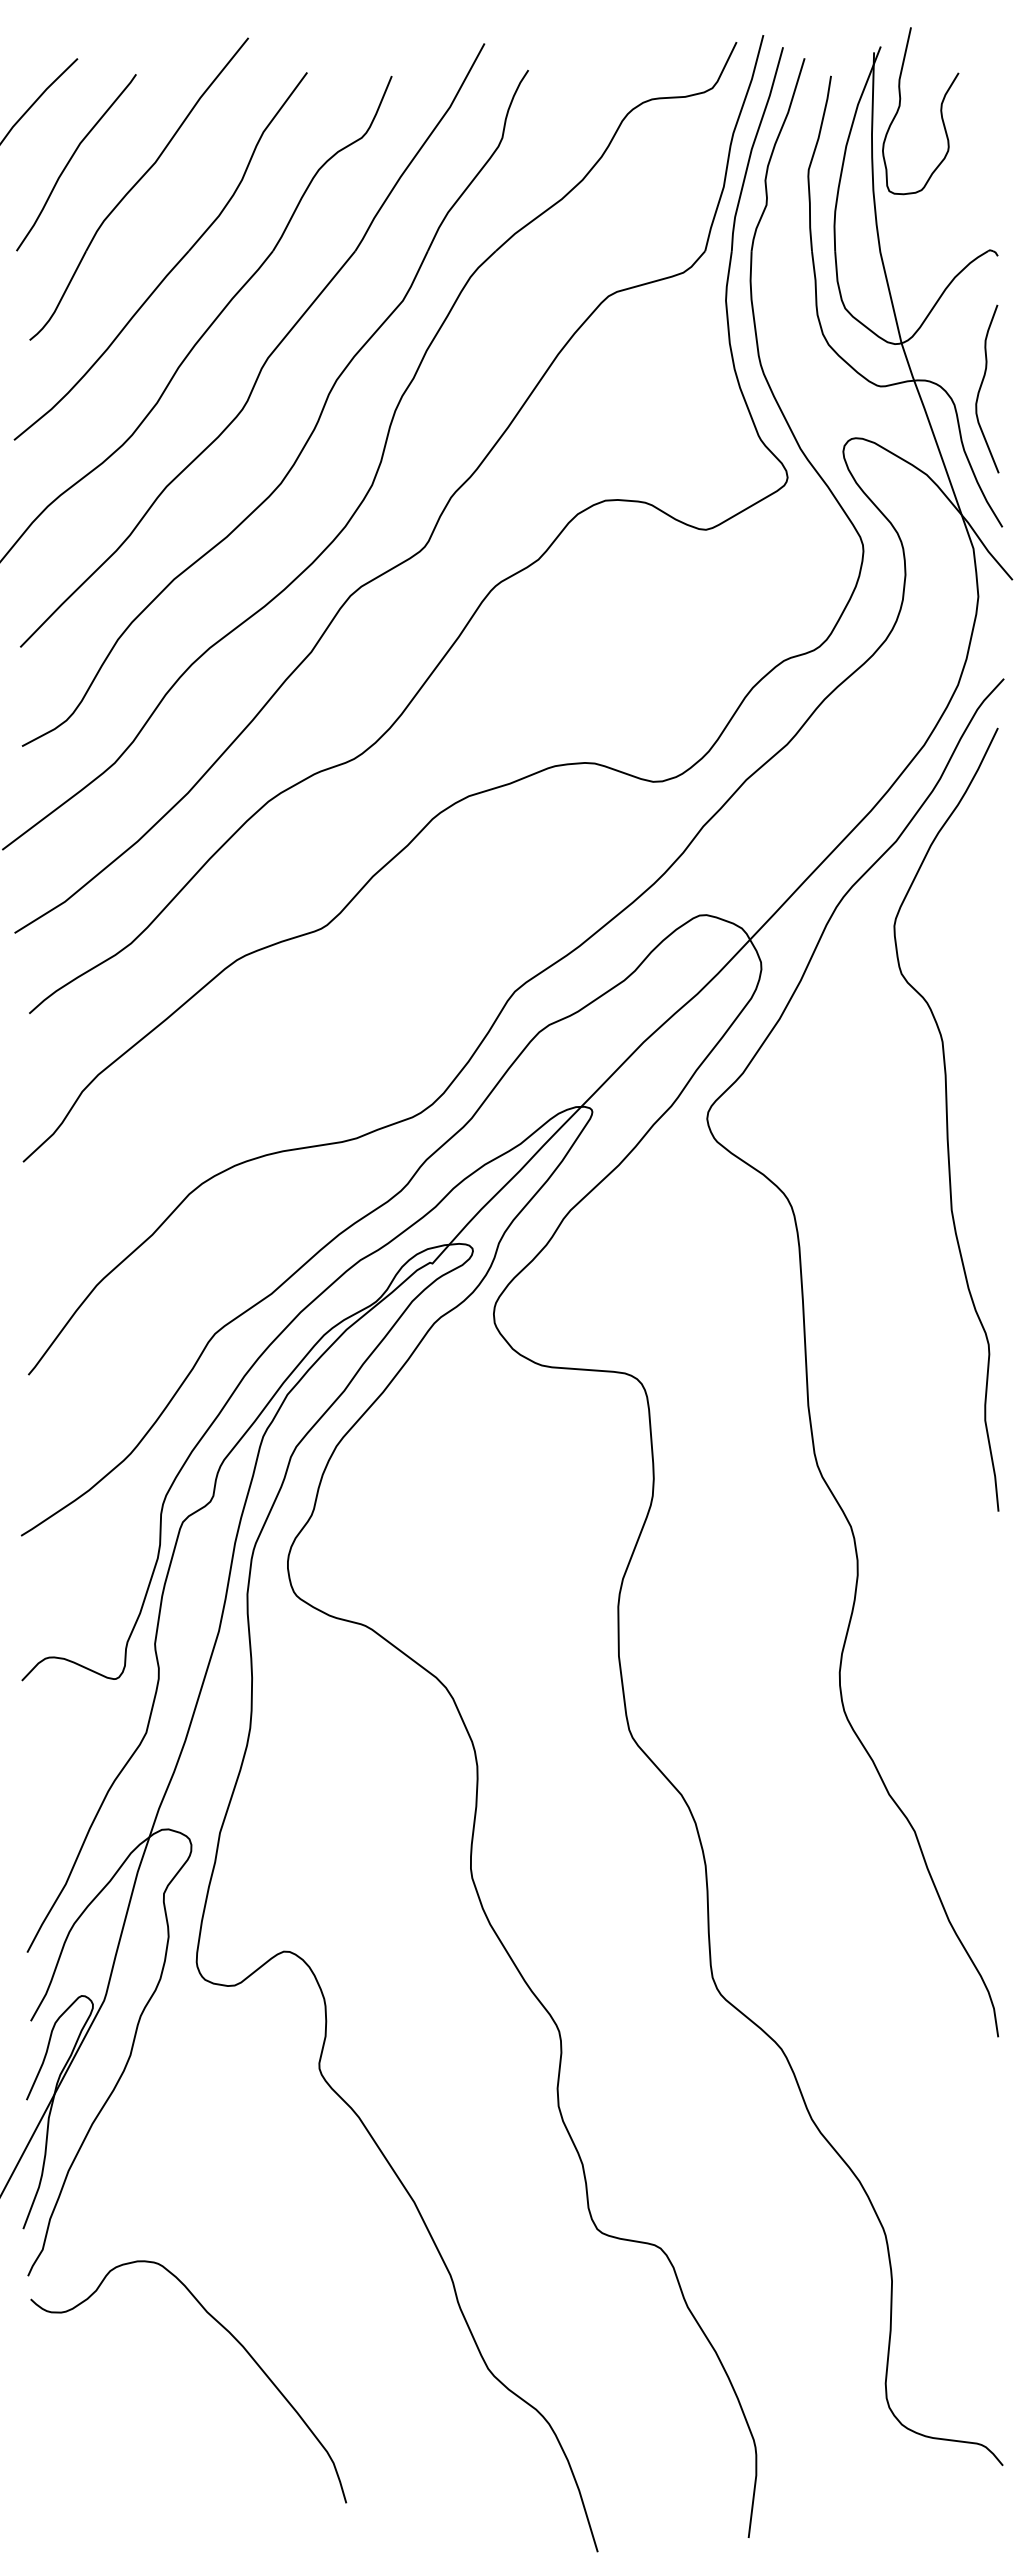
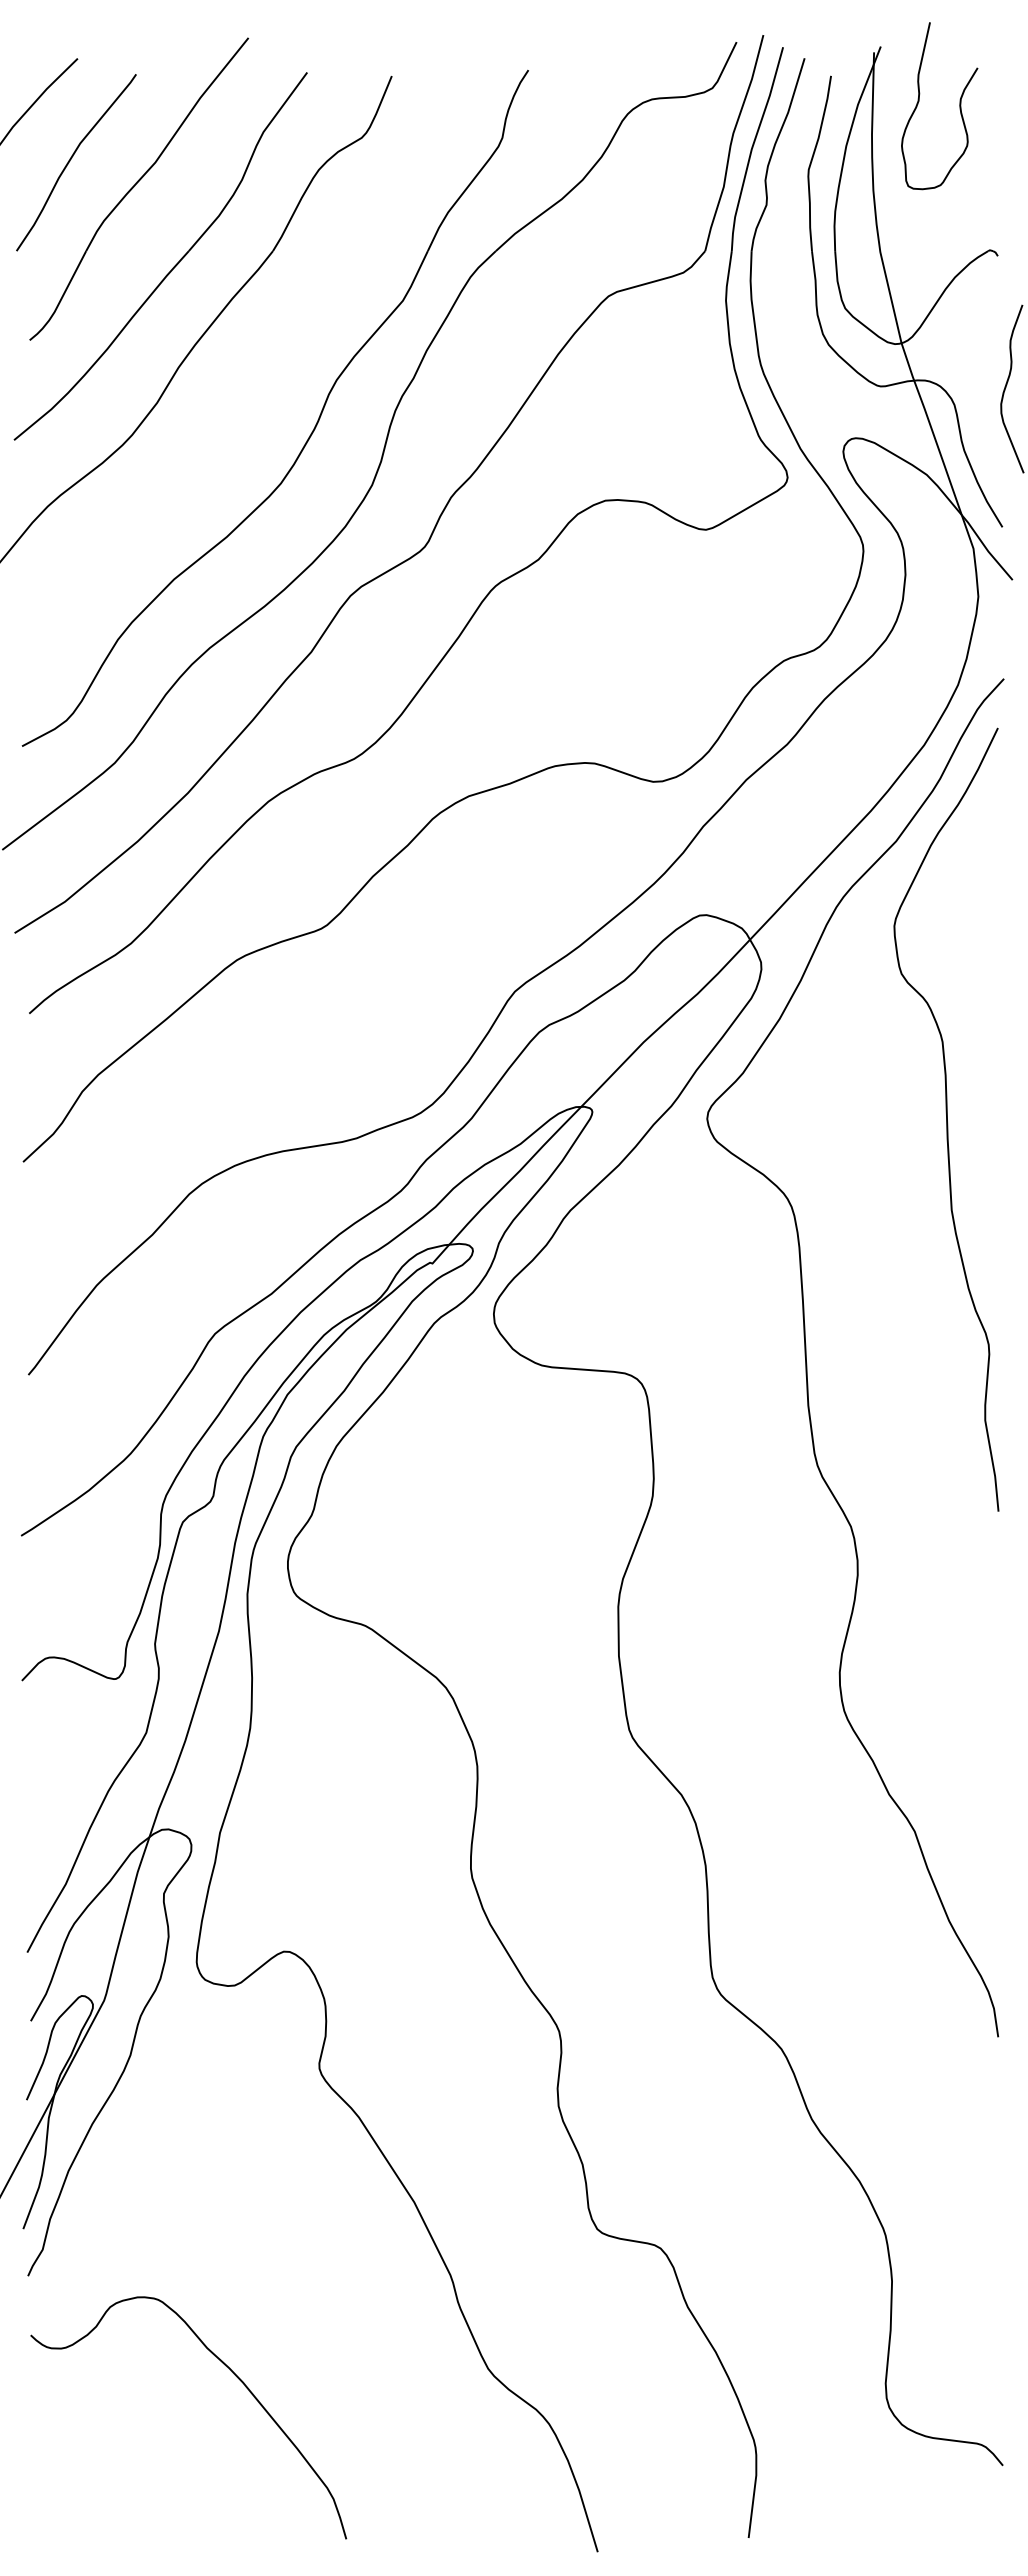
curve at (940, 111) position: (940, 111) -> (959, 106)
part at (268, 355): present -> none
curve at (981, 387) position: (981, 387) -> (1006, 387)
curve at (233, 2338) position: (233, 2338) -> (233, 2374)
